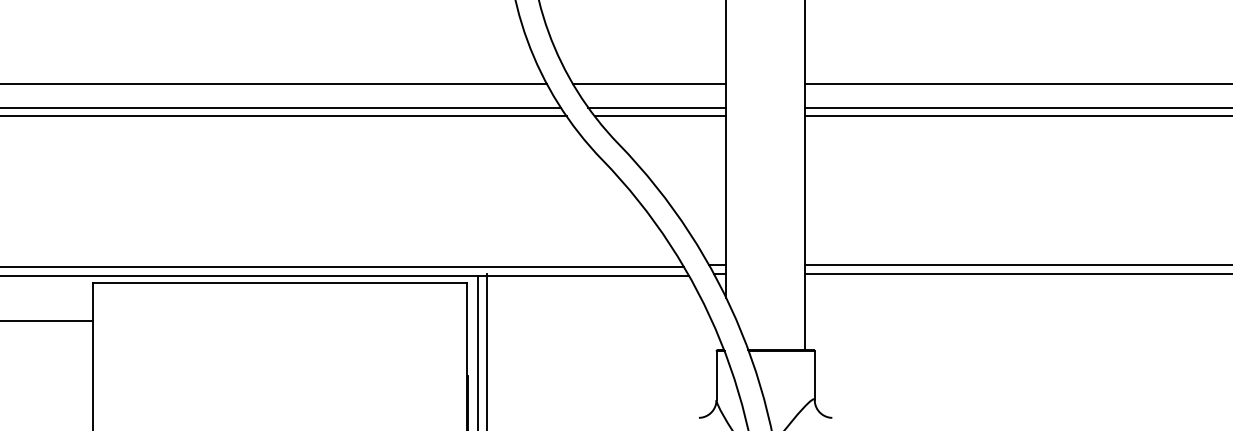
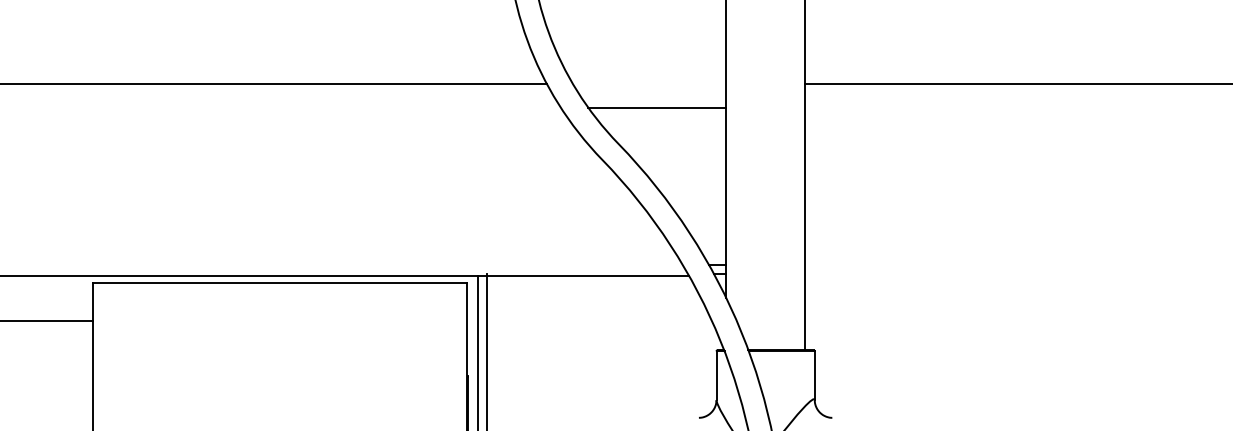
line at (649, 84): present -> none
line at (281, 107): present -> none
line at (1016, 107): present -> none
line at (284, 116): present -> none
line at (660, 116): present -> none
line at (1016, 116): present -> none
line at (1016, 264): present -> none
line at (343, 267): present -> none
line at (1016, 273): present -> none
